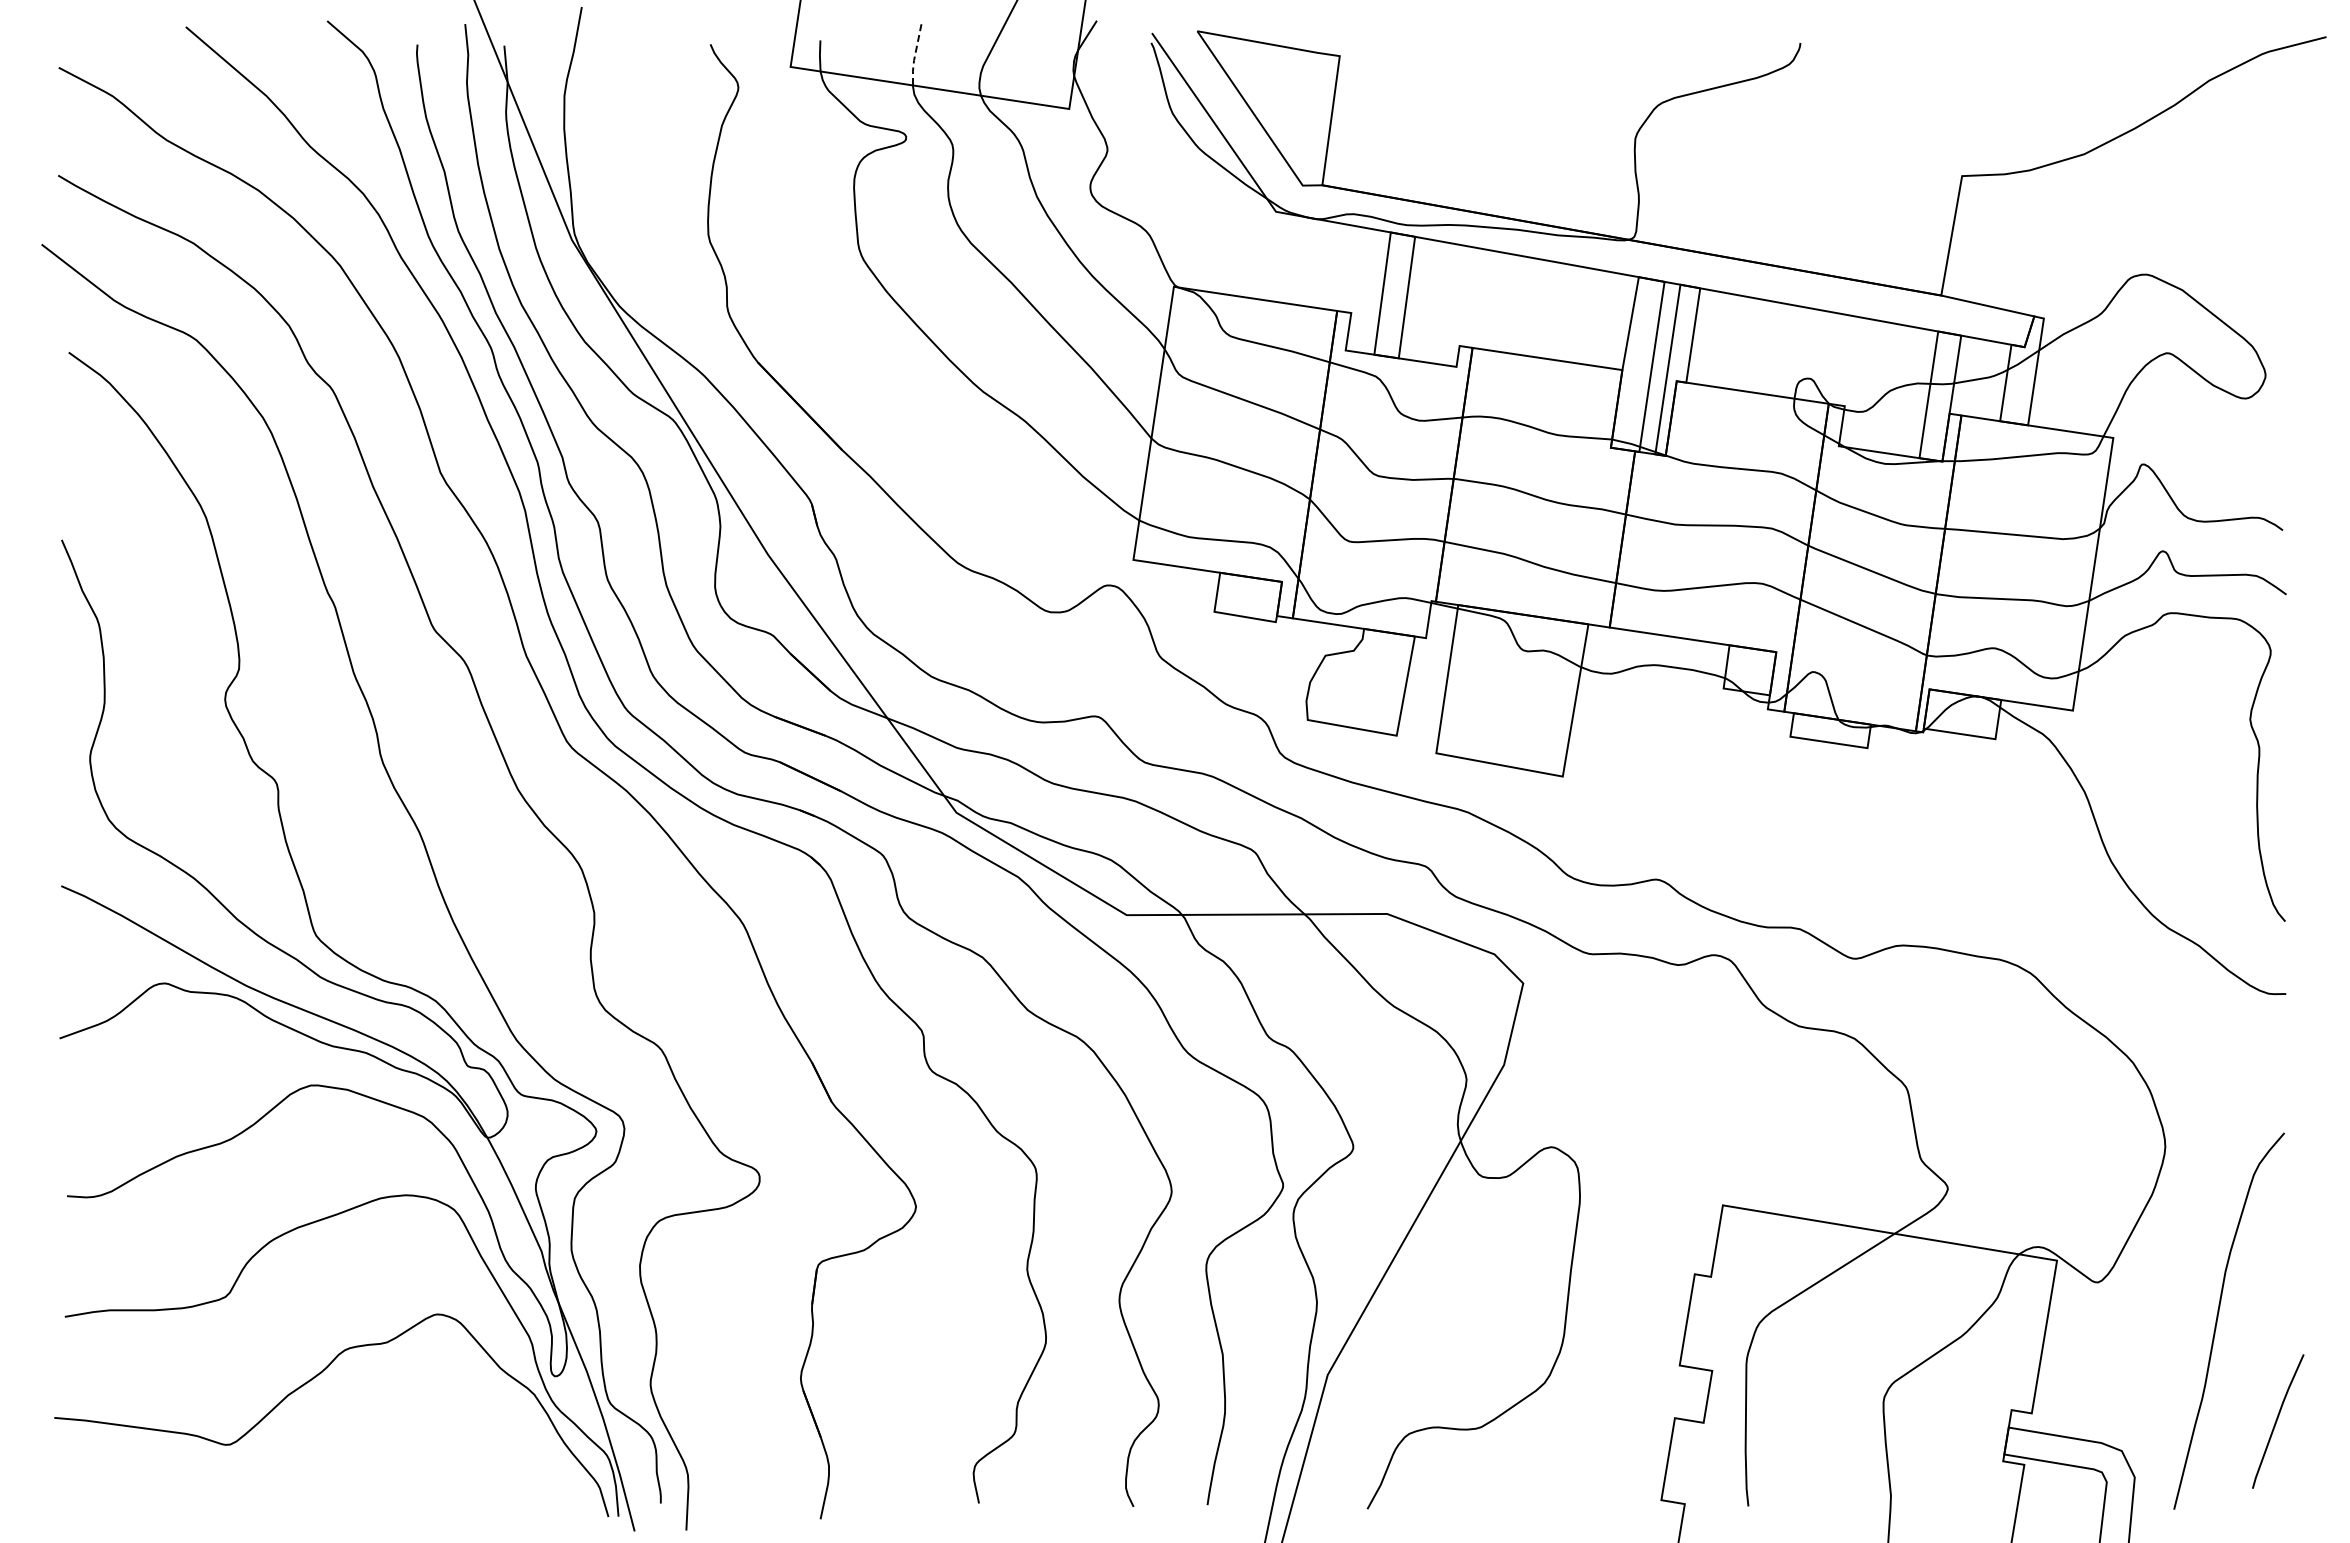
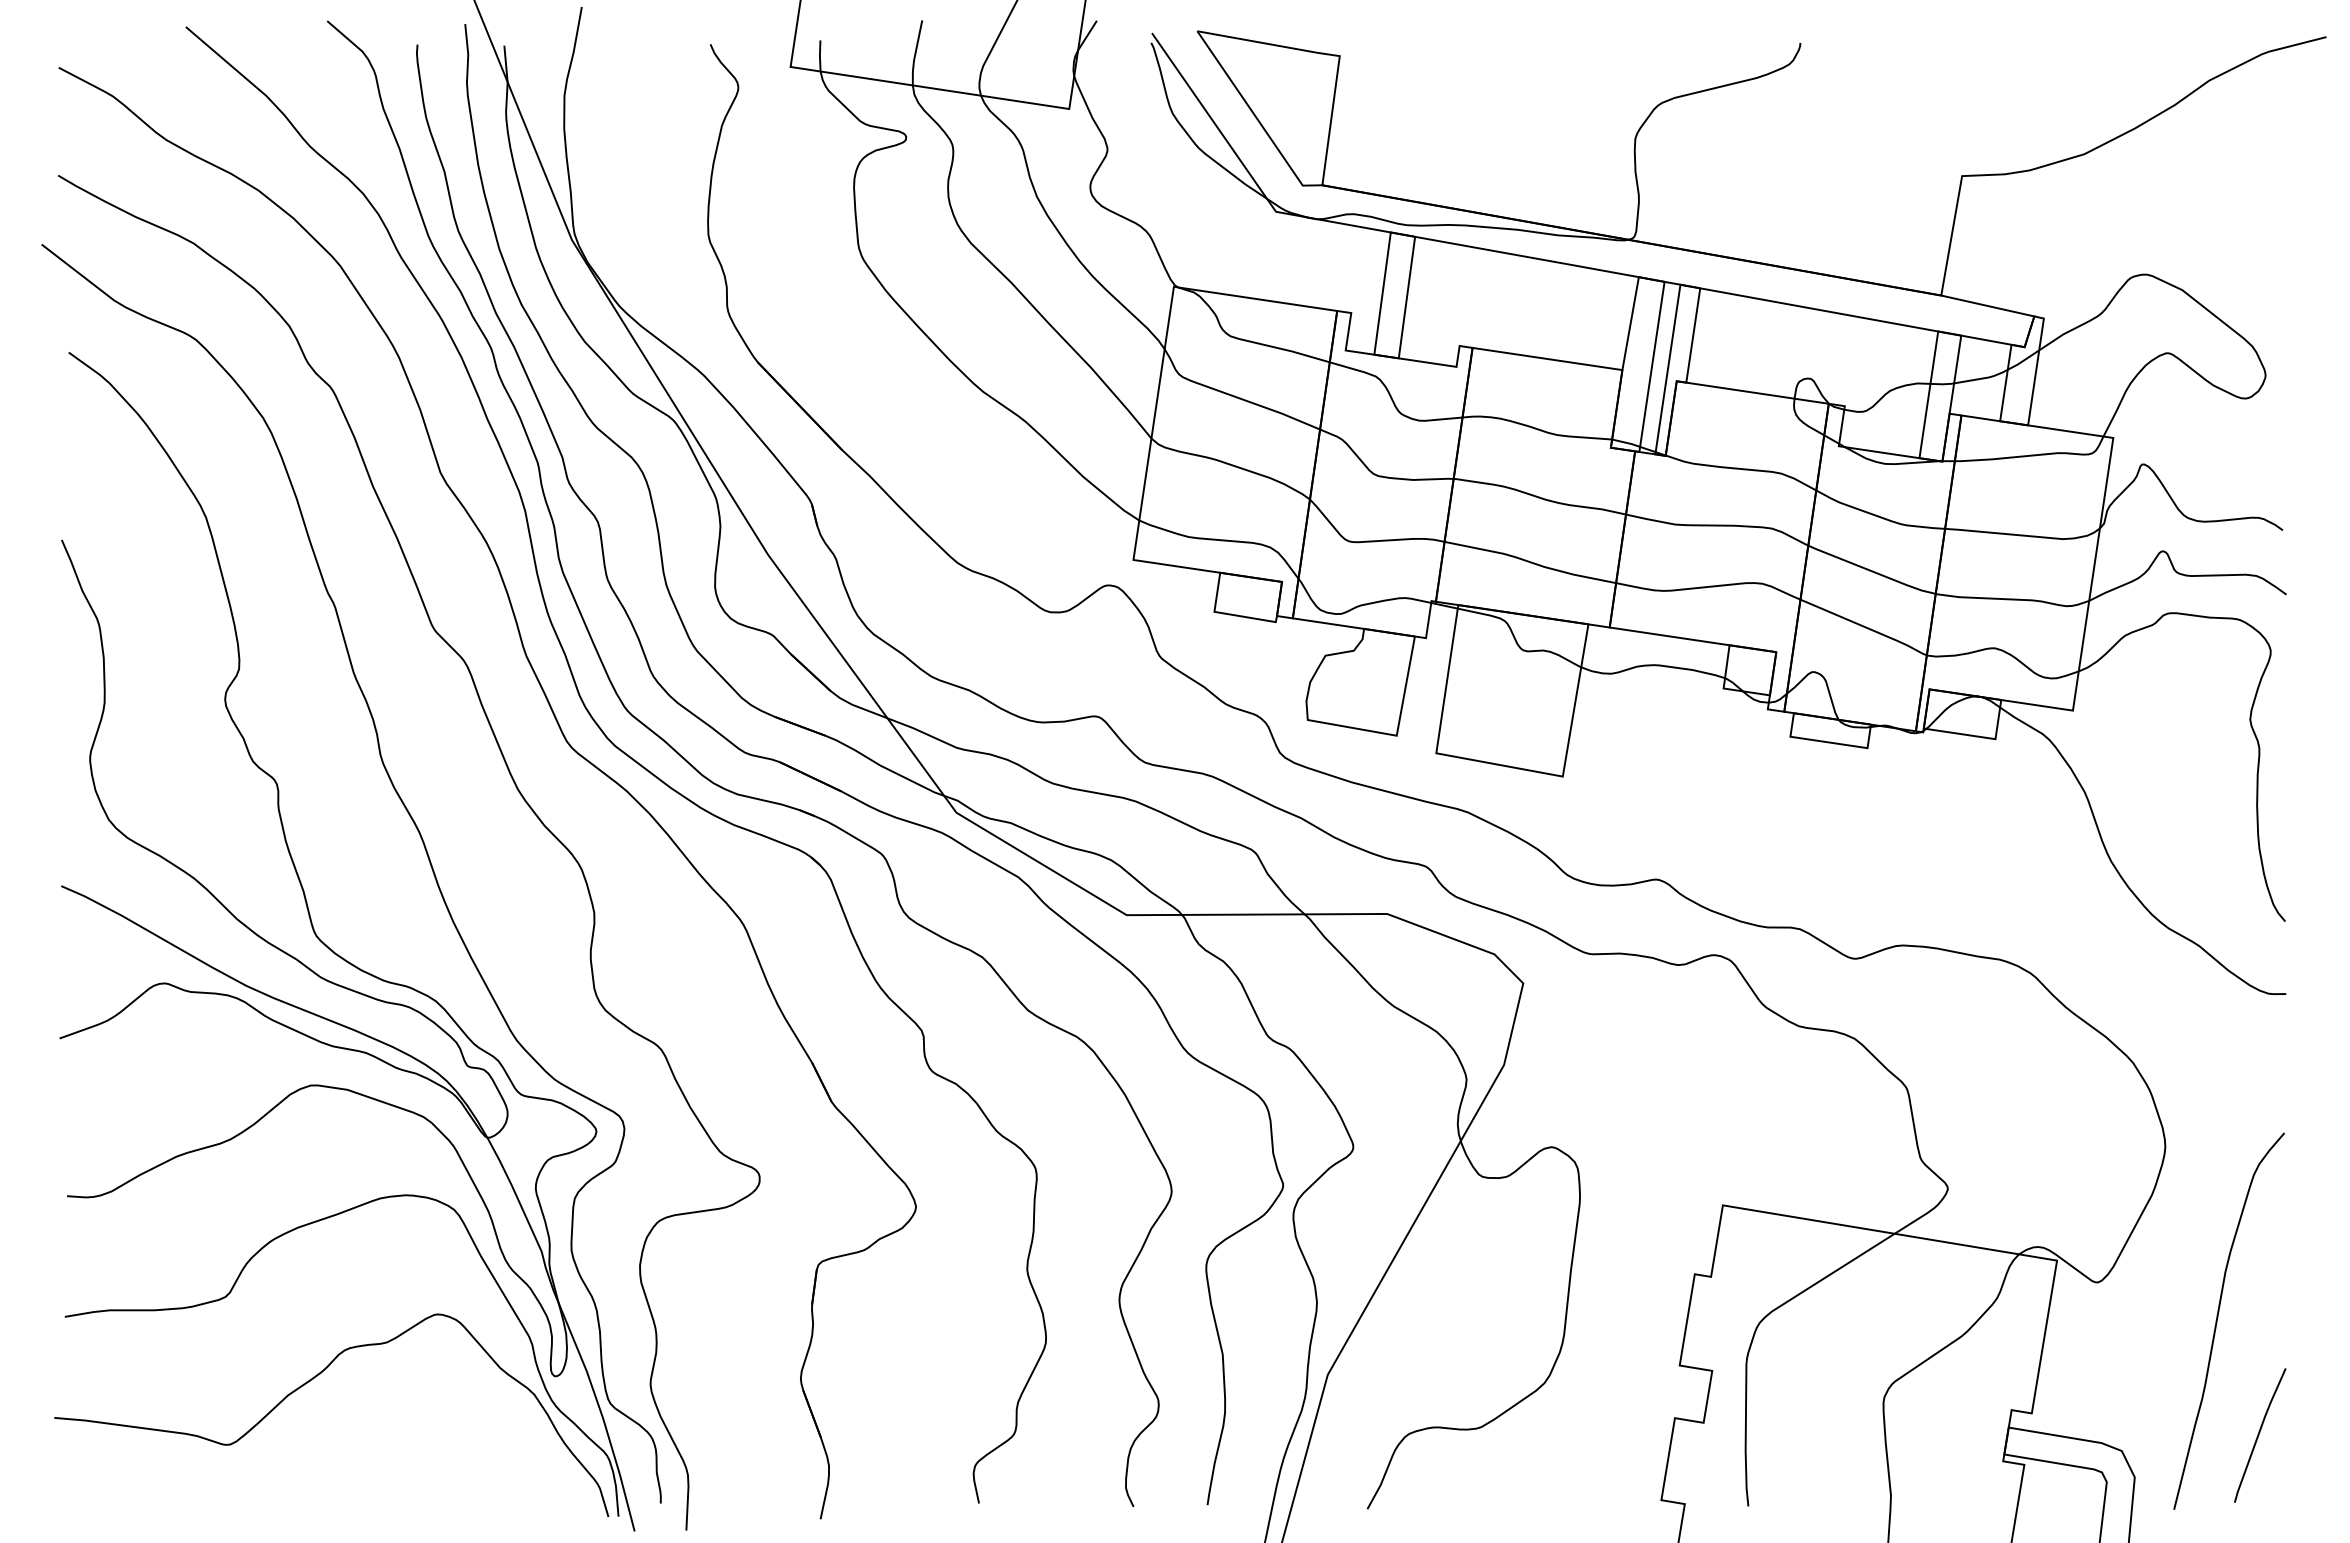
line at (915, 53): dashed -> solid
line at (2277, 1421) position: (2277, 1421) -> (2259, 1435)
